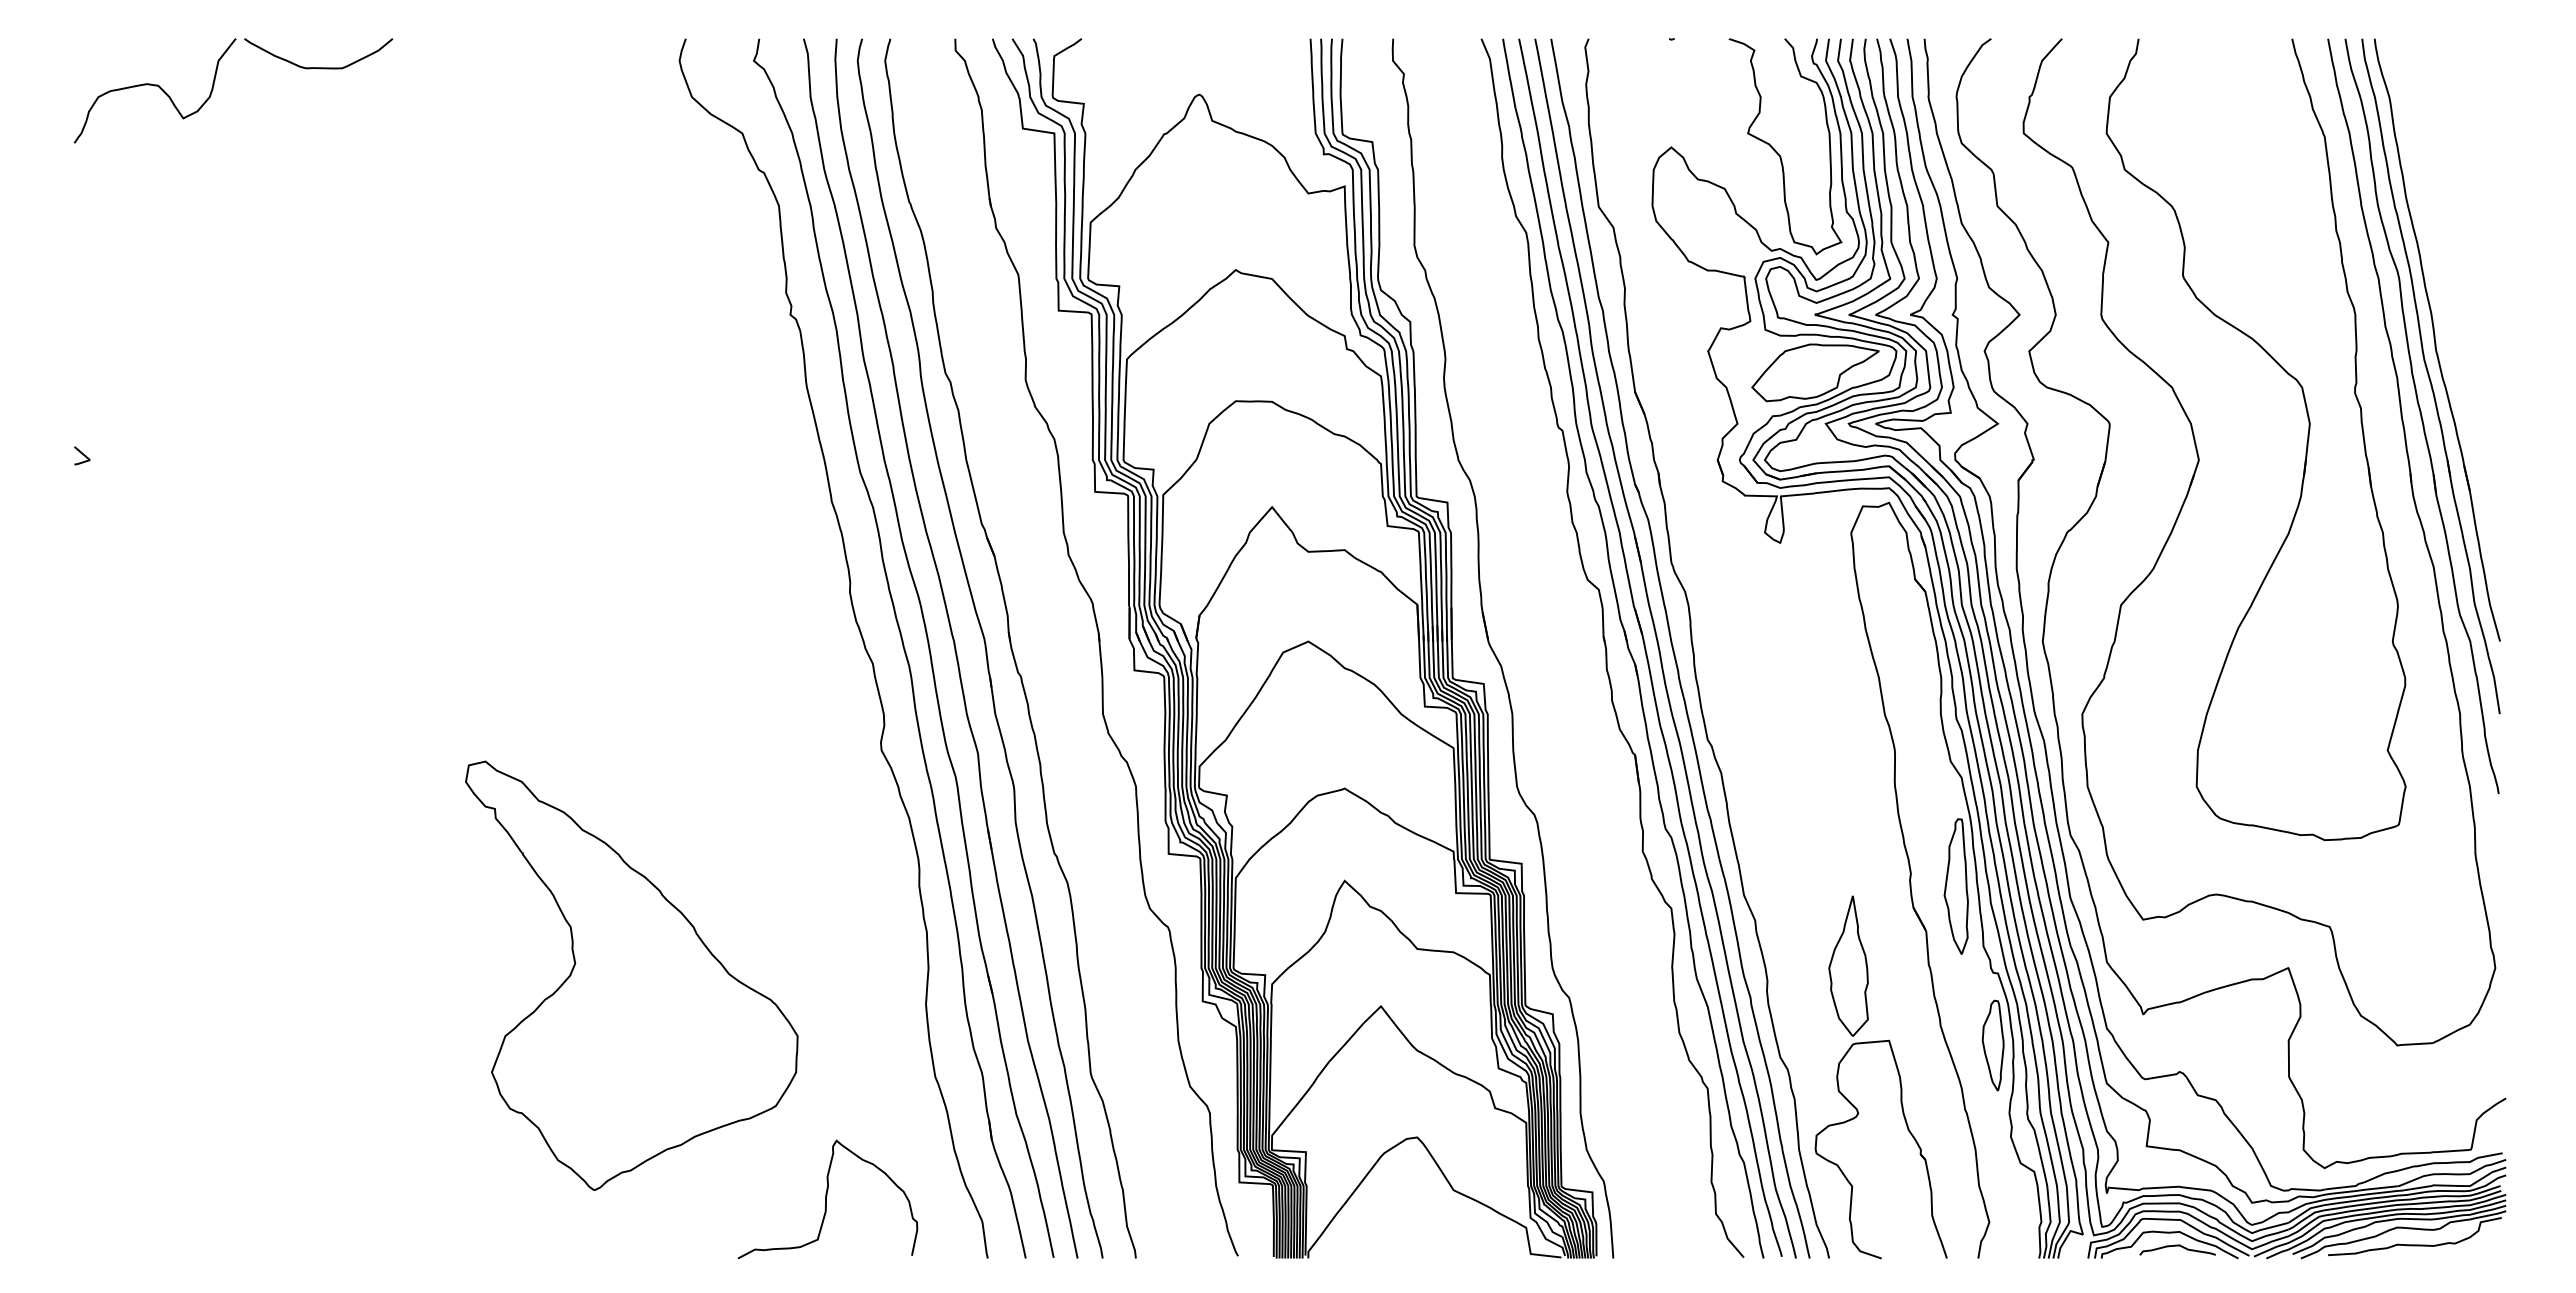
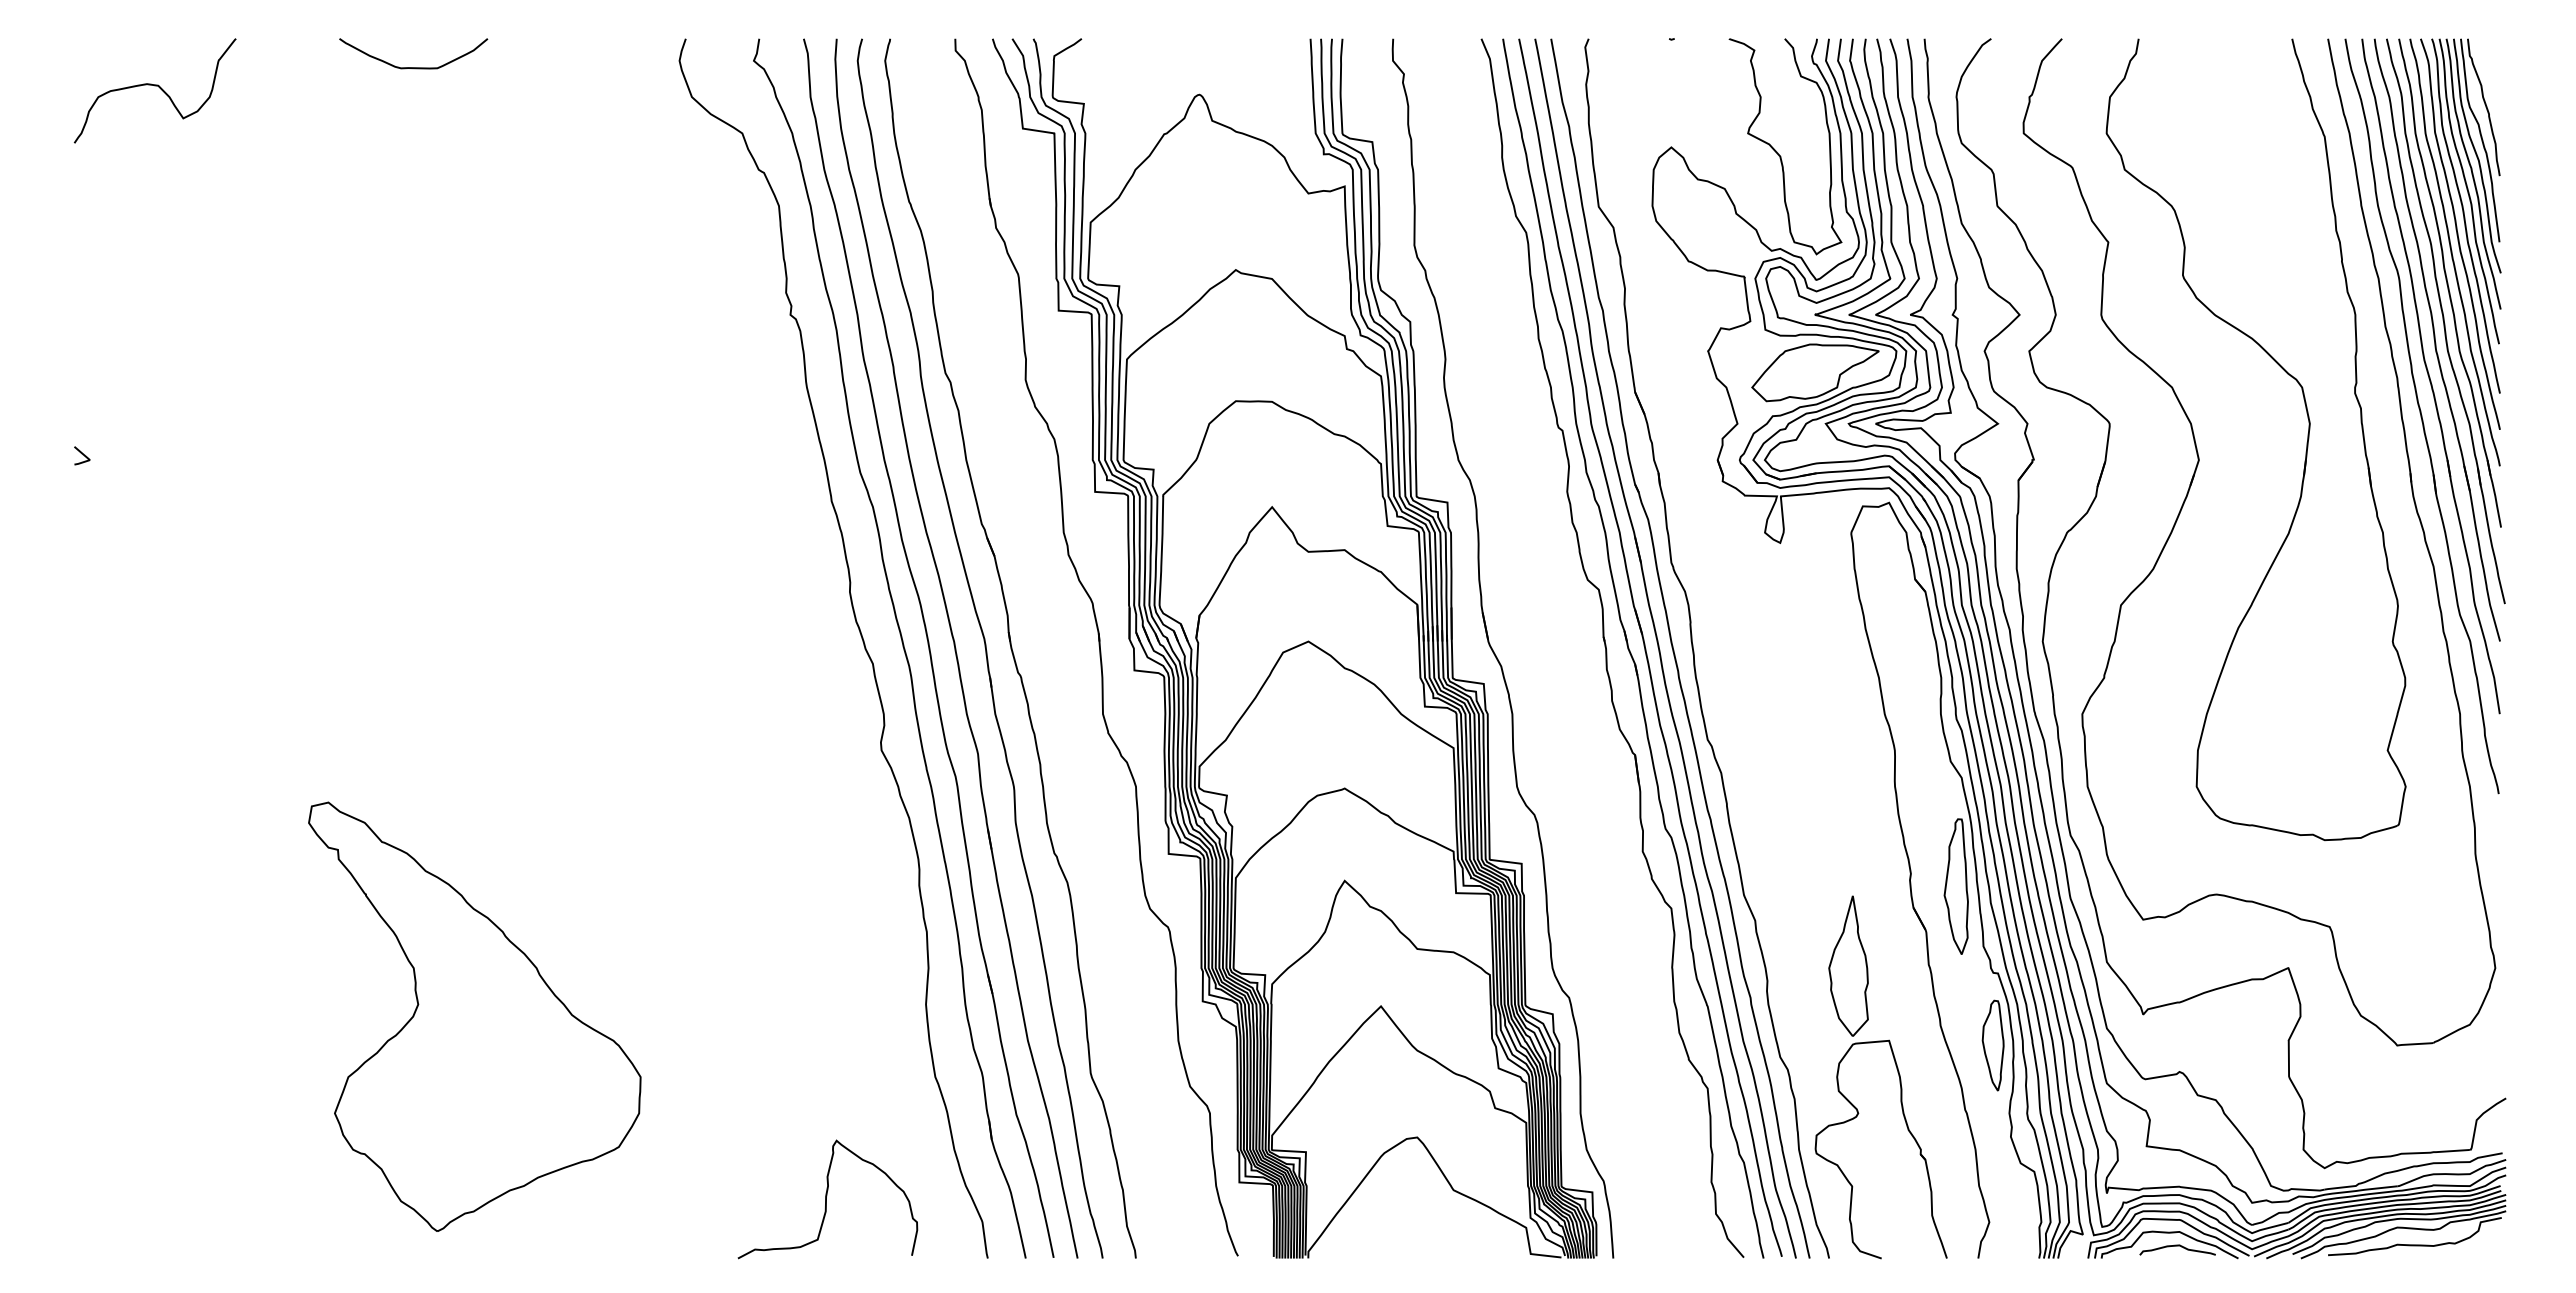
curve at (318, 67) position: (318, 67) -> (413, 67)
part at (2445, 321): none -> present
part at (631, 975) position: (631, 975) -> (474, 1016)
